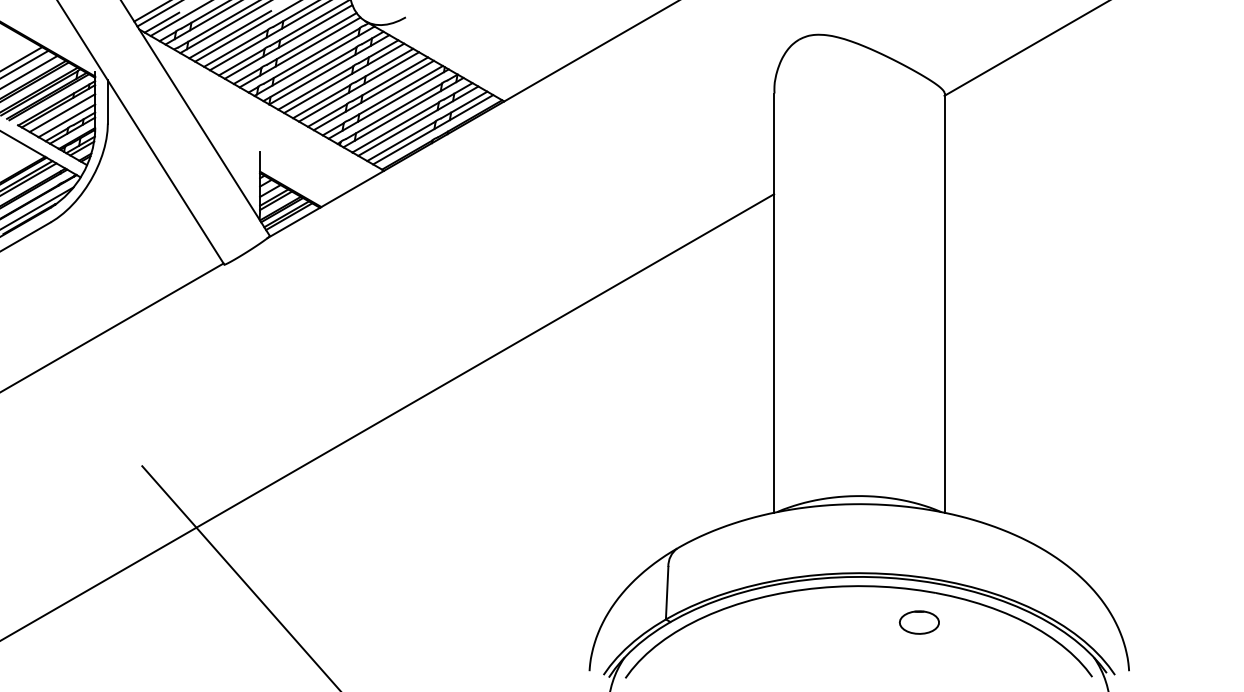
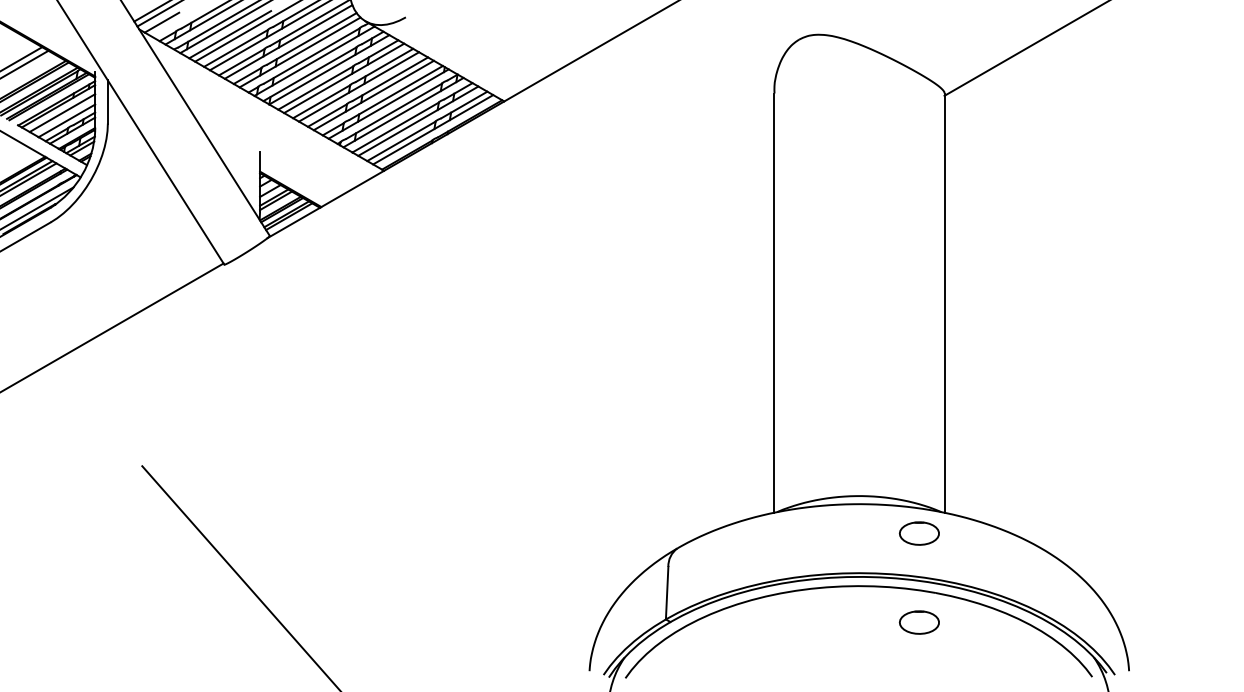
line at (179, 18): present -> none
line at (29, 71): present -> none
line at (388, 416): present -> none
part at (918, 533): none -> present
